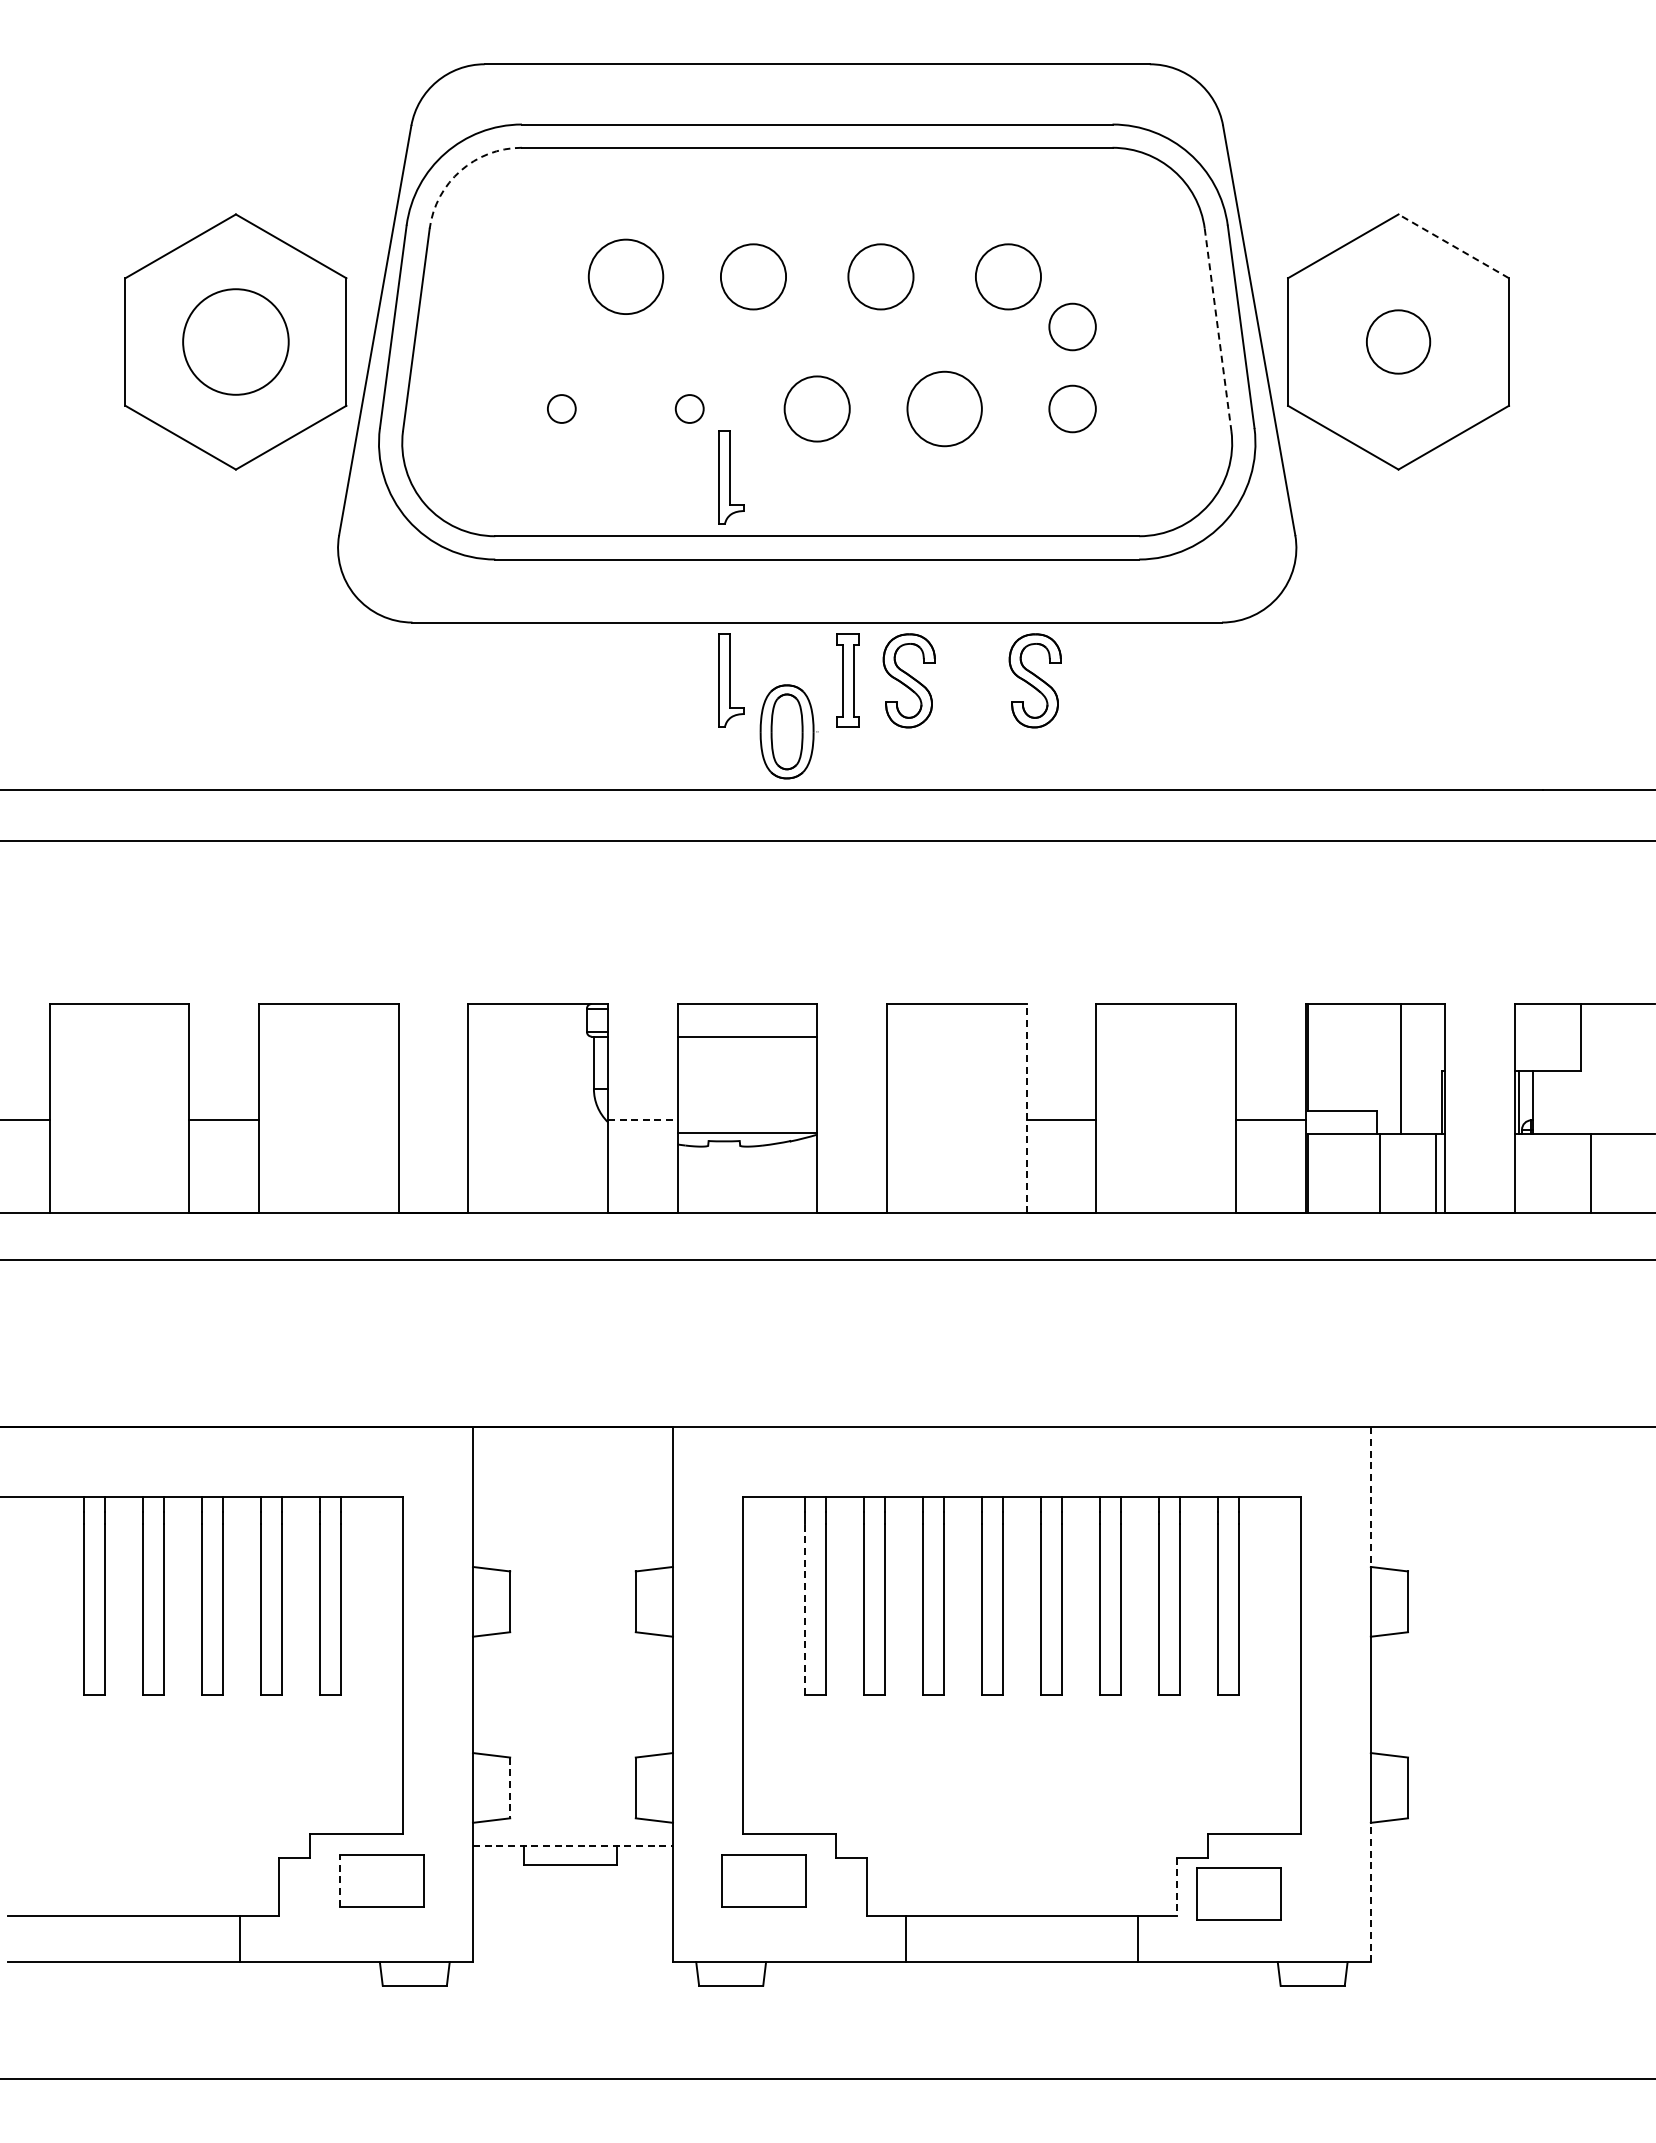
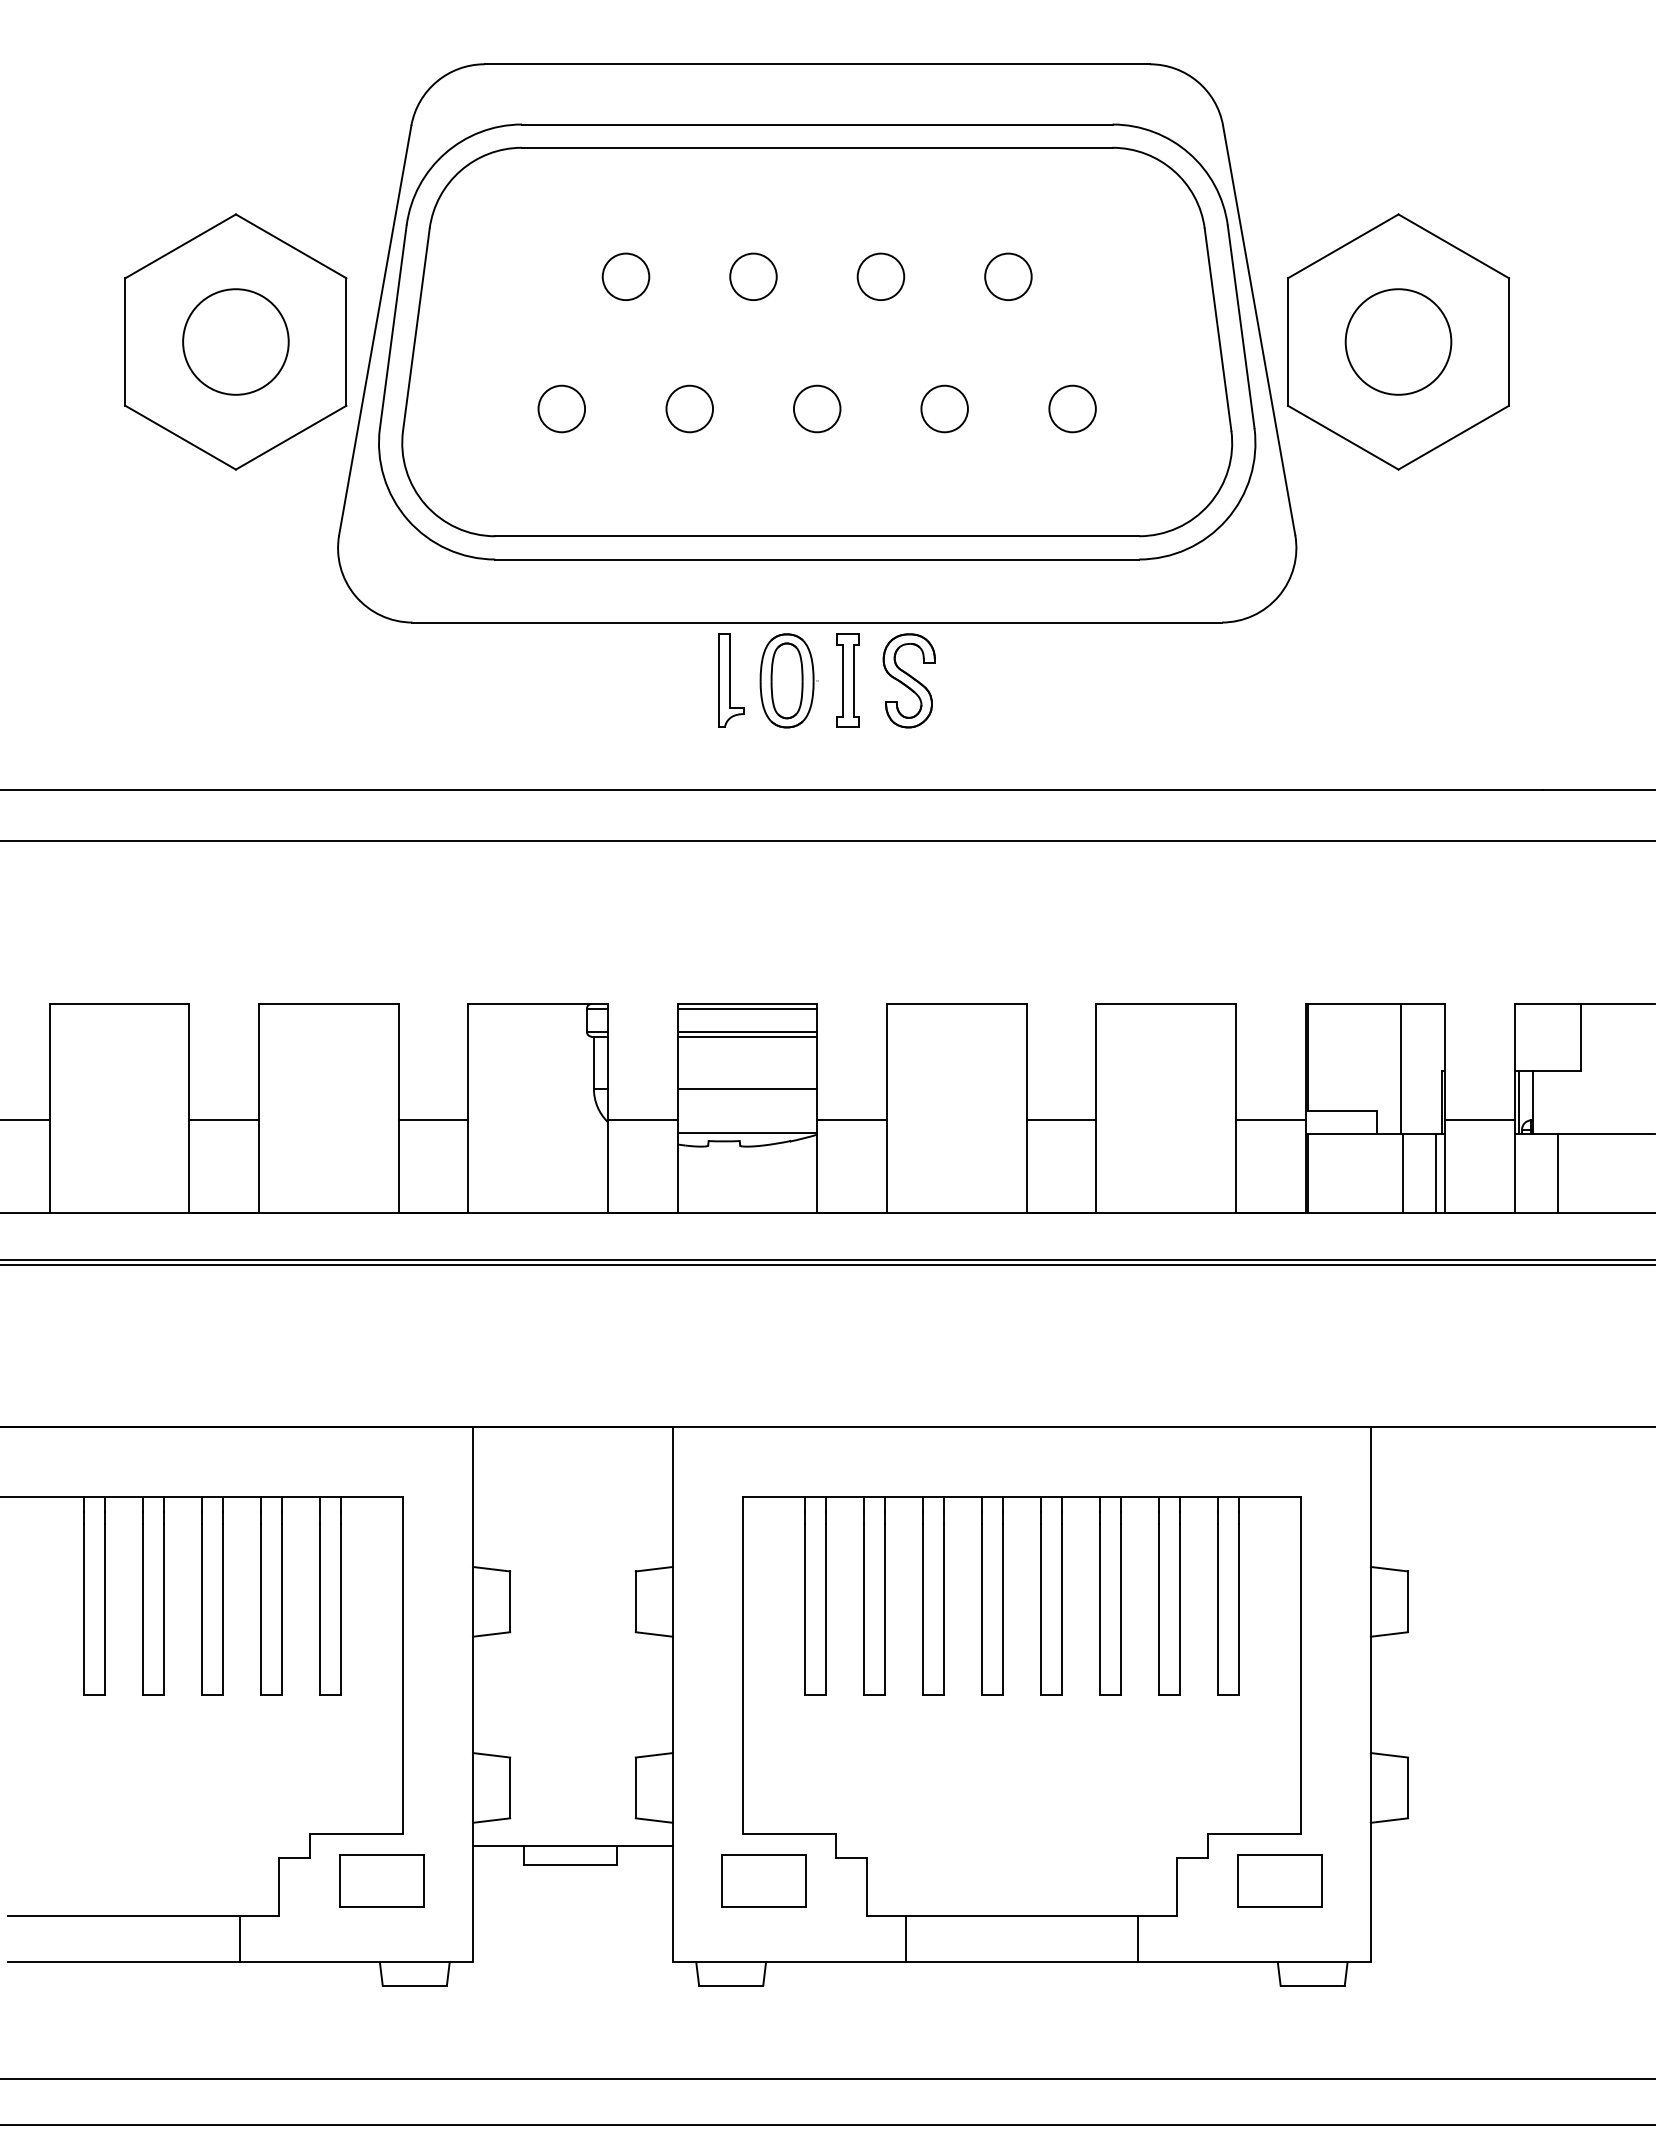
arc at (460, 170): dashed -> solid
line at (1453, 246): dashed -> solid
circle at (625, 276) diameter: 74 px -> 47 px
circle at (753, 276) diameter: 65 px -> 47 px
circle at (880, 276) diameter: 65 px -> 47 px
circle at (1008, 276) diameter: 65 px -> 47 px
circle at (1072, 326): present -> none
line at (1218, 330): dashed -> solid
circle at (1398, 341) diameter: 63 px -> 106 px
circle at (561, 408) diameter: 28 px -> 47 px
circle at (689, 408) diameter: 28 px -> 47 px
circle at (816, 408) diameter: 65 px -> 47 px
circle at (944, 408) diameter: 74 px -> 47 px
part at (731, 477): present -> none
part at (1034, 680): present -> none
part at (788, 731) position: (788, 731) -> (788, 680)
line at (747, 1008): none -> present
line at (747, 1031): none -> present
line at (747, 1088): none -> present
line at (1026, 1108): dashed -> solid
line at (433, 1120): none -> present
line at (642, 1120): dashed -> solid
line at (852, 1120): none -> present
line at (1480, 1120): none -> present
line at (1380, 1173) position: (1380, 1173) -> (1403, 1173)
line at (1591, 1173) position: (1591, 1173) -> (1558, 1173)
line at (827, 1264): none -> present
line at (1370, 1497): dashed -> solid
line at (804, 1609): dashed -> solid
line at (510, 1788): dashed -> solid
line at (573, 1846): dashed -> solid
line at (340, 1880): dashed -> solid
line at (1176, 1887): dashed -> solid
line at (1370, 1892): dashed -> solid
part at (1238, 1893) position: (1238, 1893) -> (1279, 1880)
line at (827, 2125): none -> present
